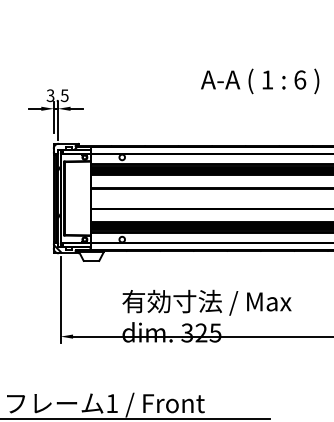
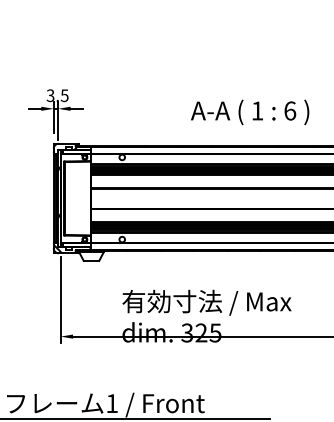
text at (260, 81) position: (260, 81) -> (250, 112)
